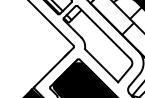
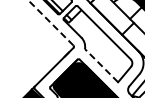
line at (50, 22): solid -> dashed
line at (101, 65): solid -> dashed
